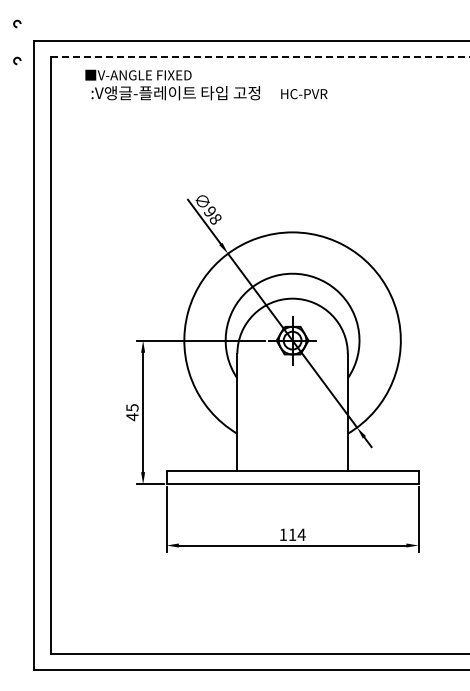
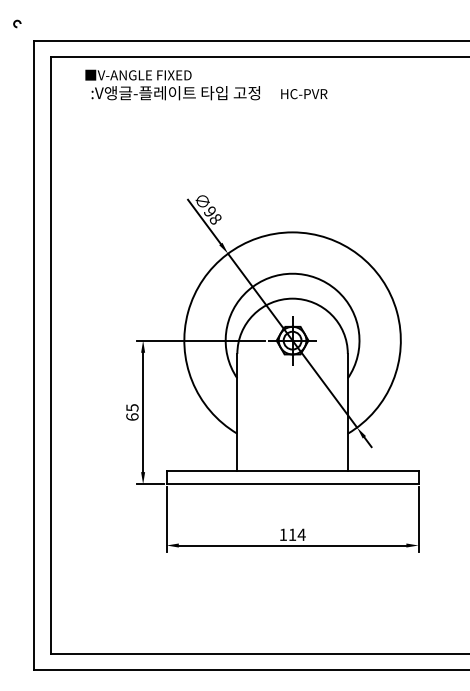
line at (260, 57): dashed -> solid
arc at (17, 58): present -> none
text at (132, 417): 45 -> 65
